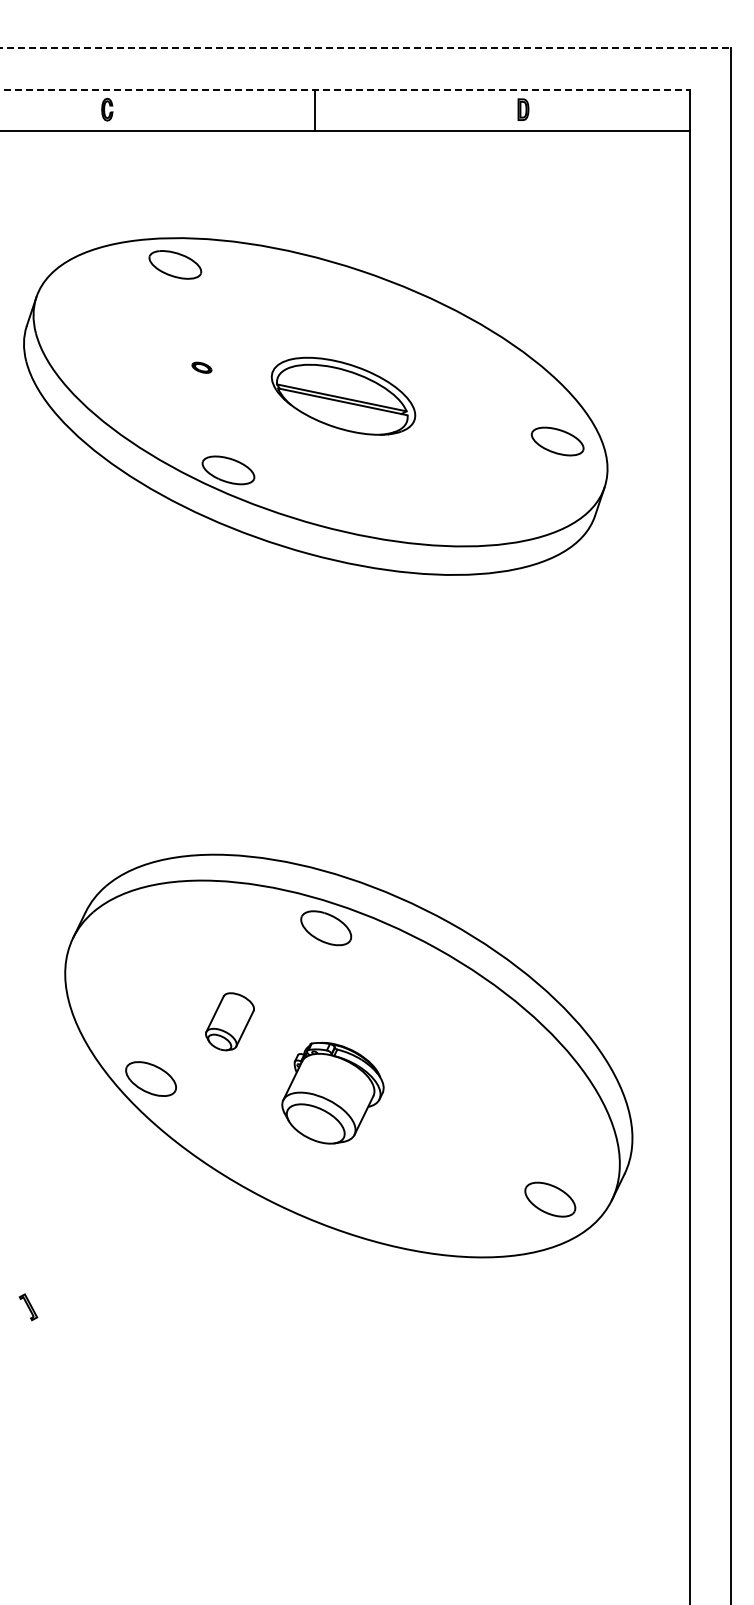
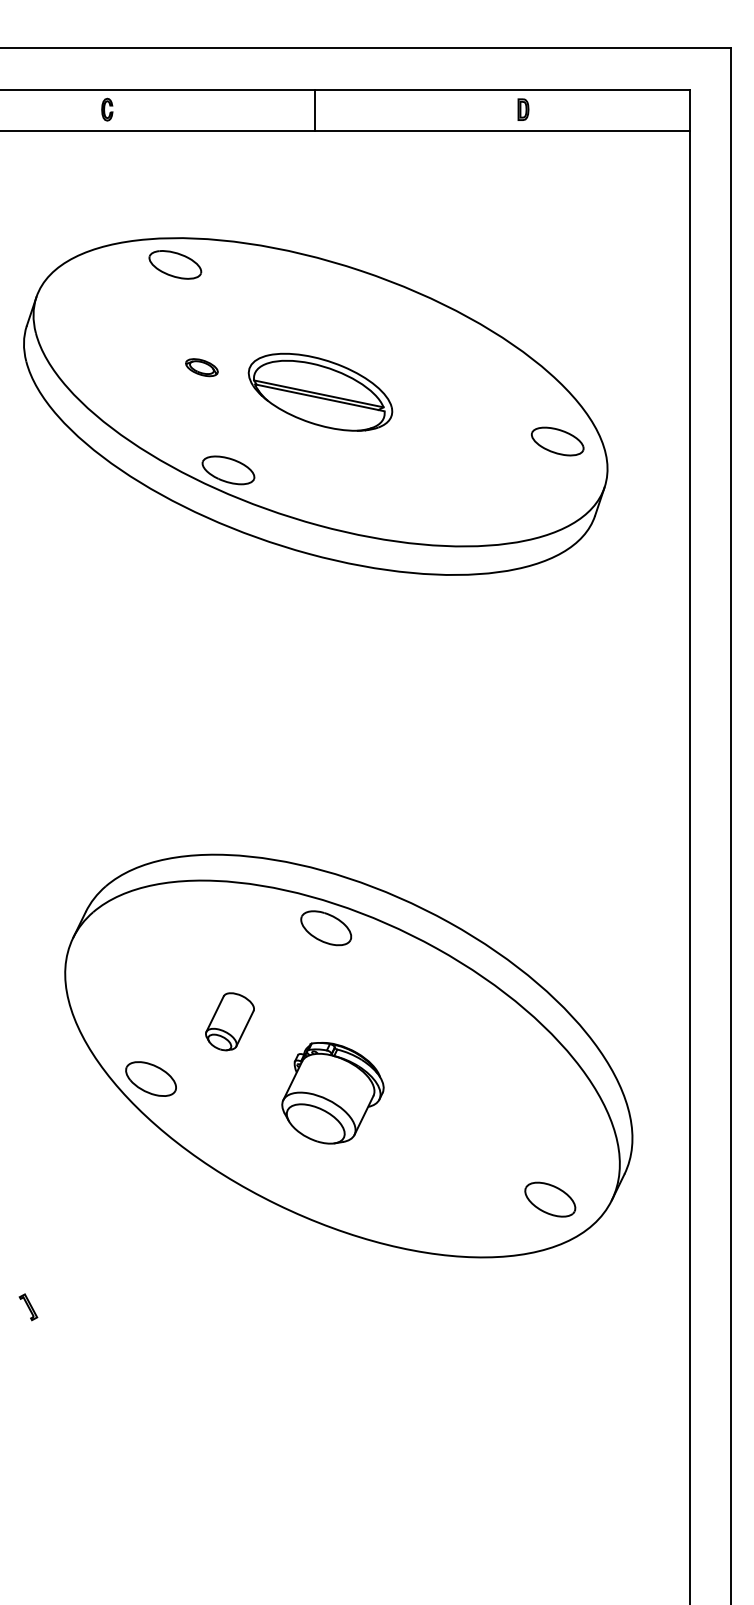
line at (366, 48): dashed -> solid
line at (345, 89): dashed -> solid
part at (201, 367) size: 22x13 px -> 34x20 px
part at (343, 395) position: (343, 395) -> (320, 391)
